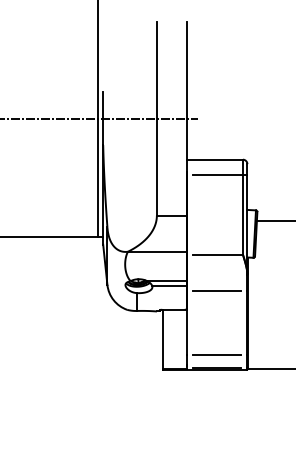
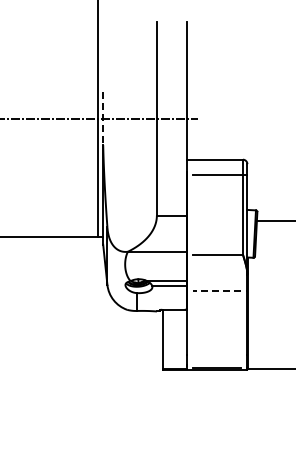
line at (103, 118): solid -> dashed
line at (216, 291): solid -> dashed
line at (216, 354): present -> none
